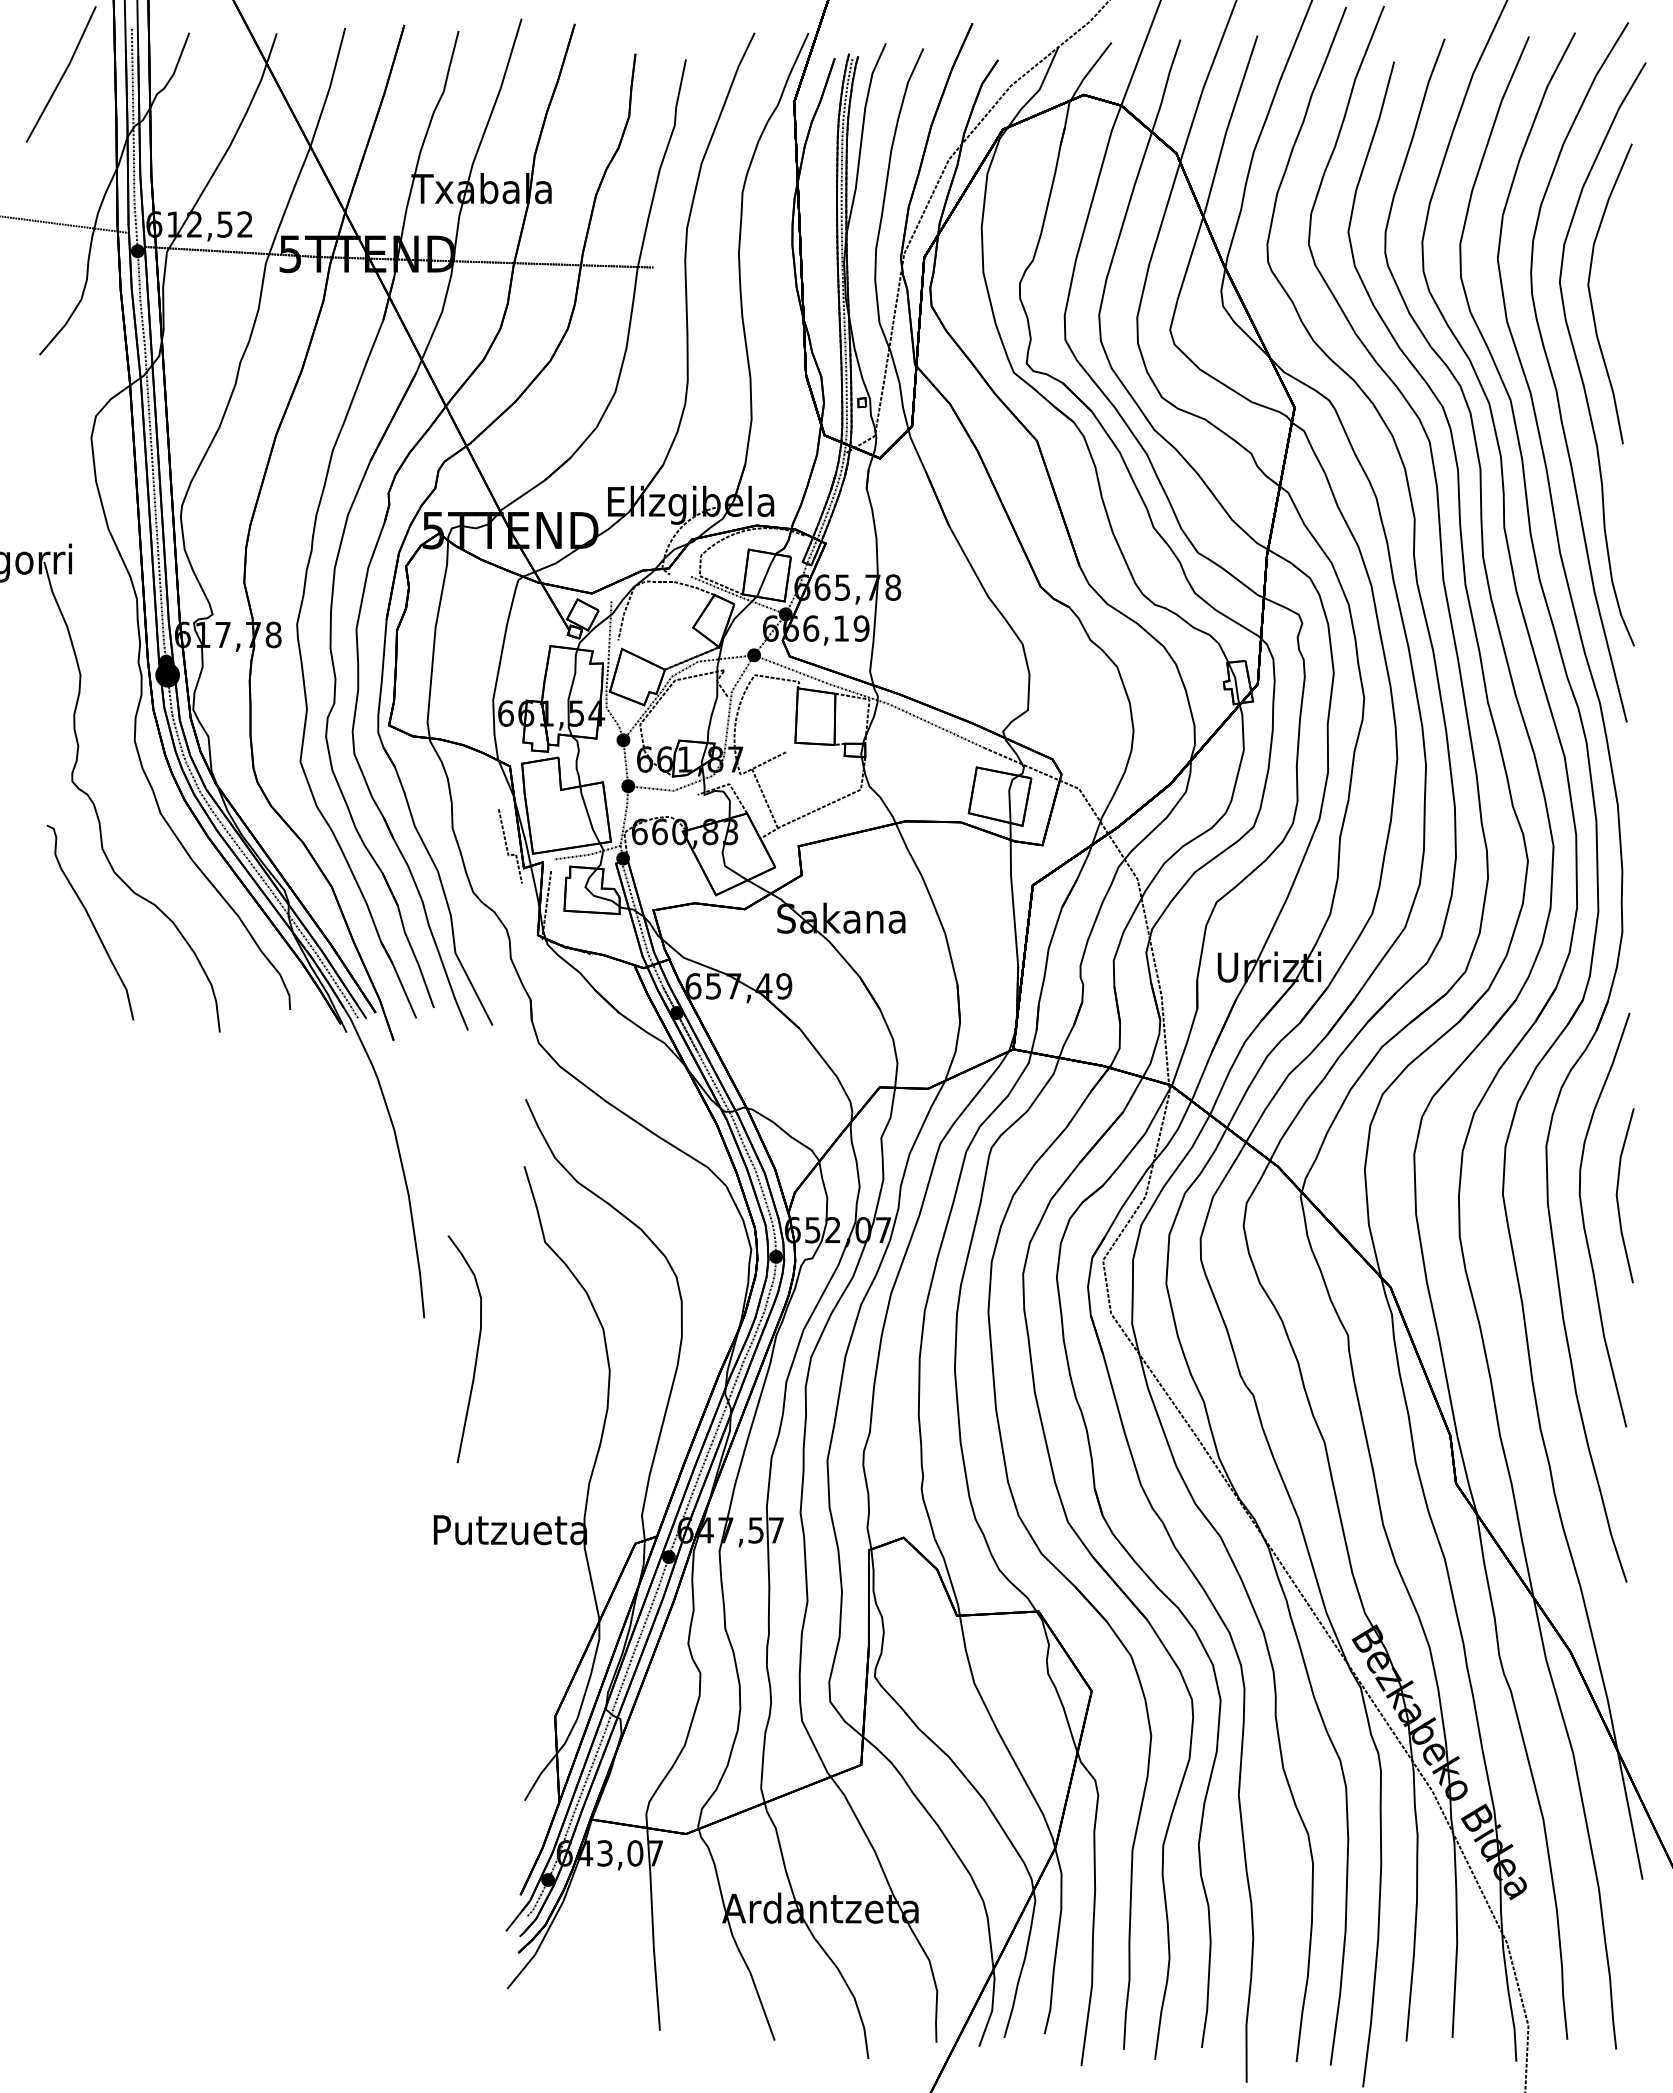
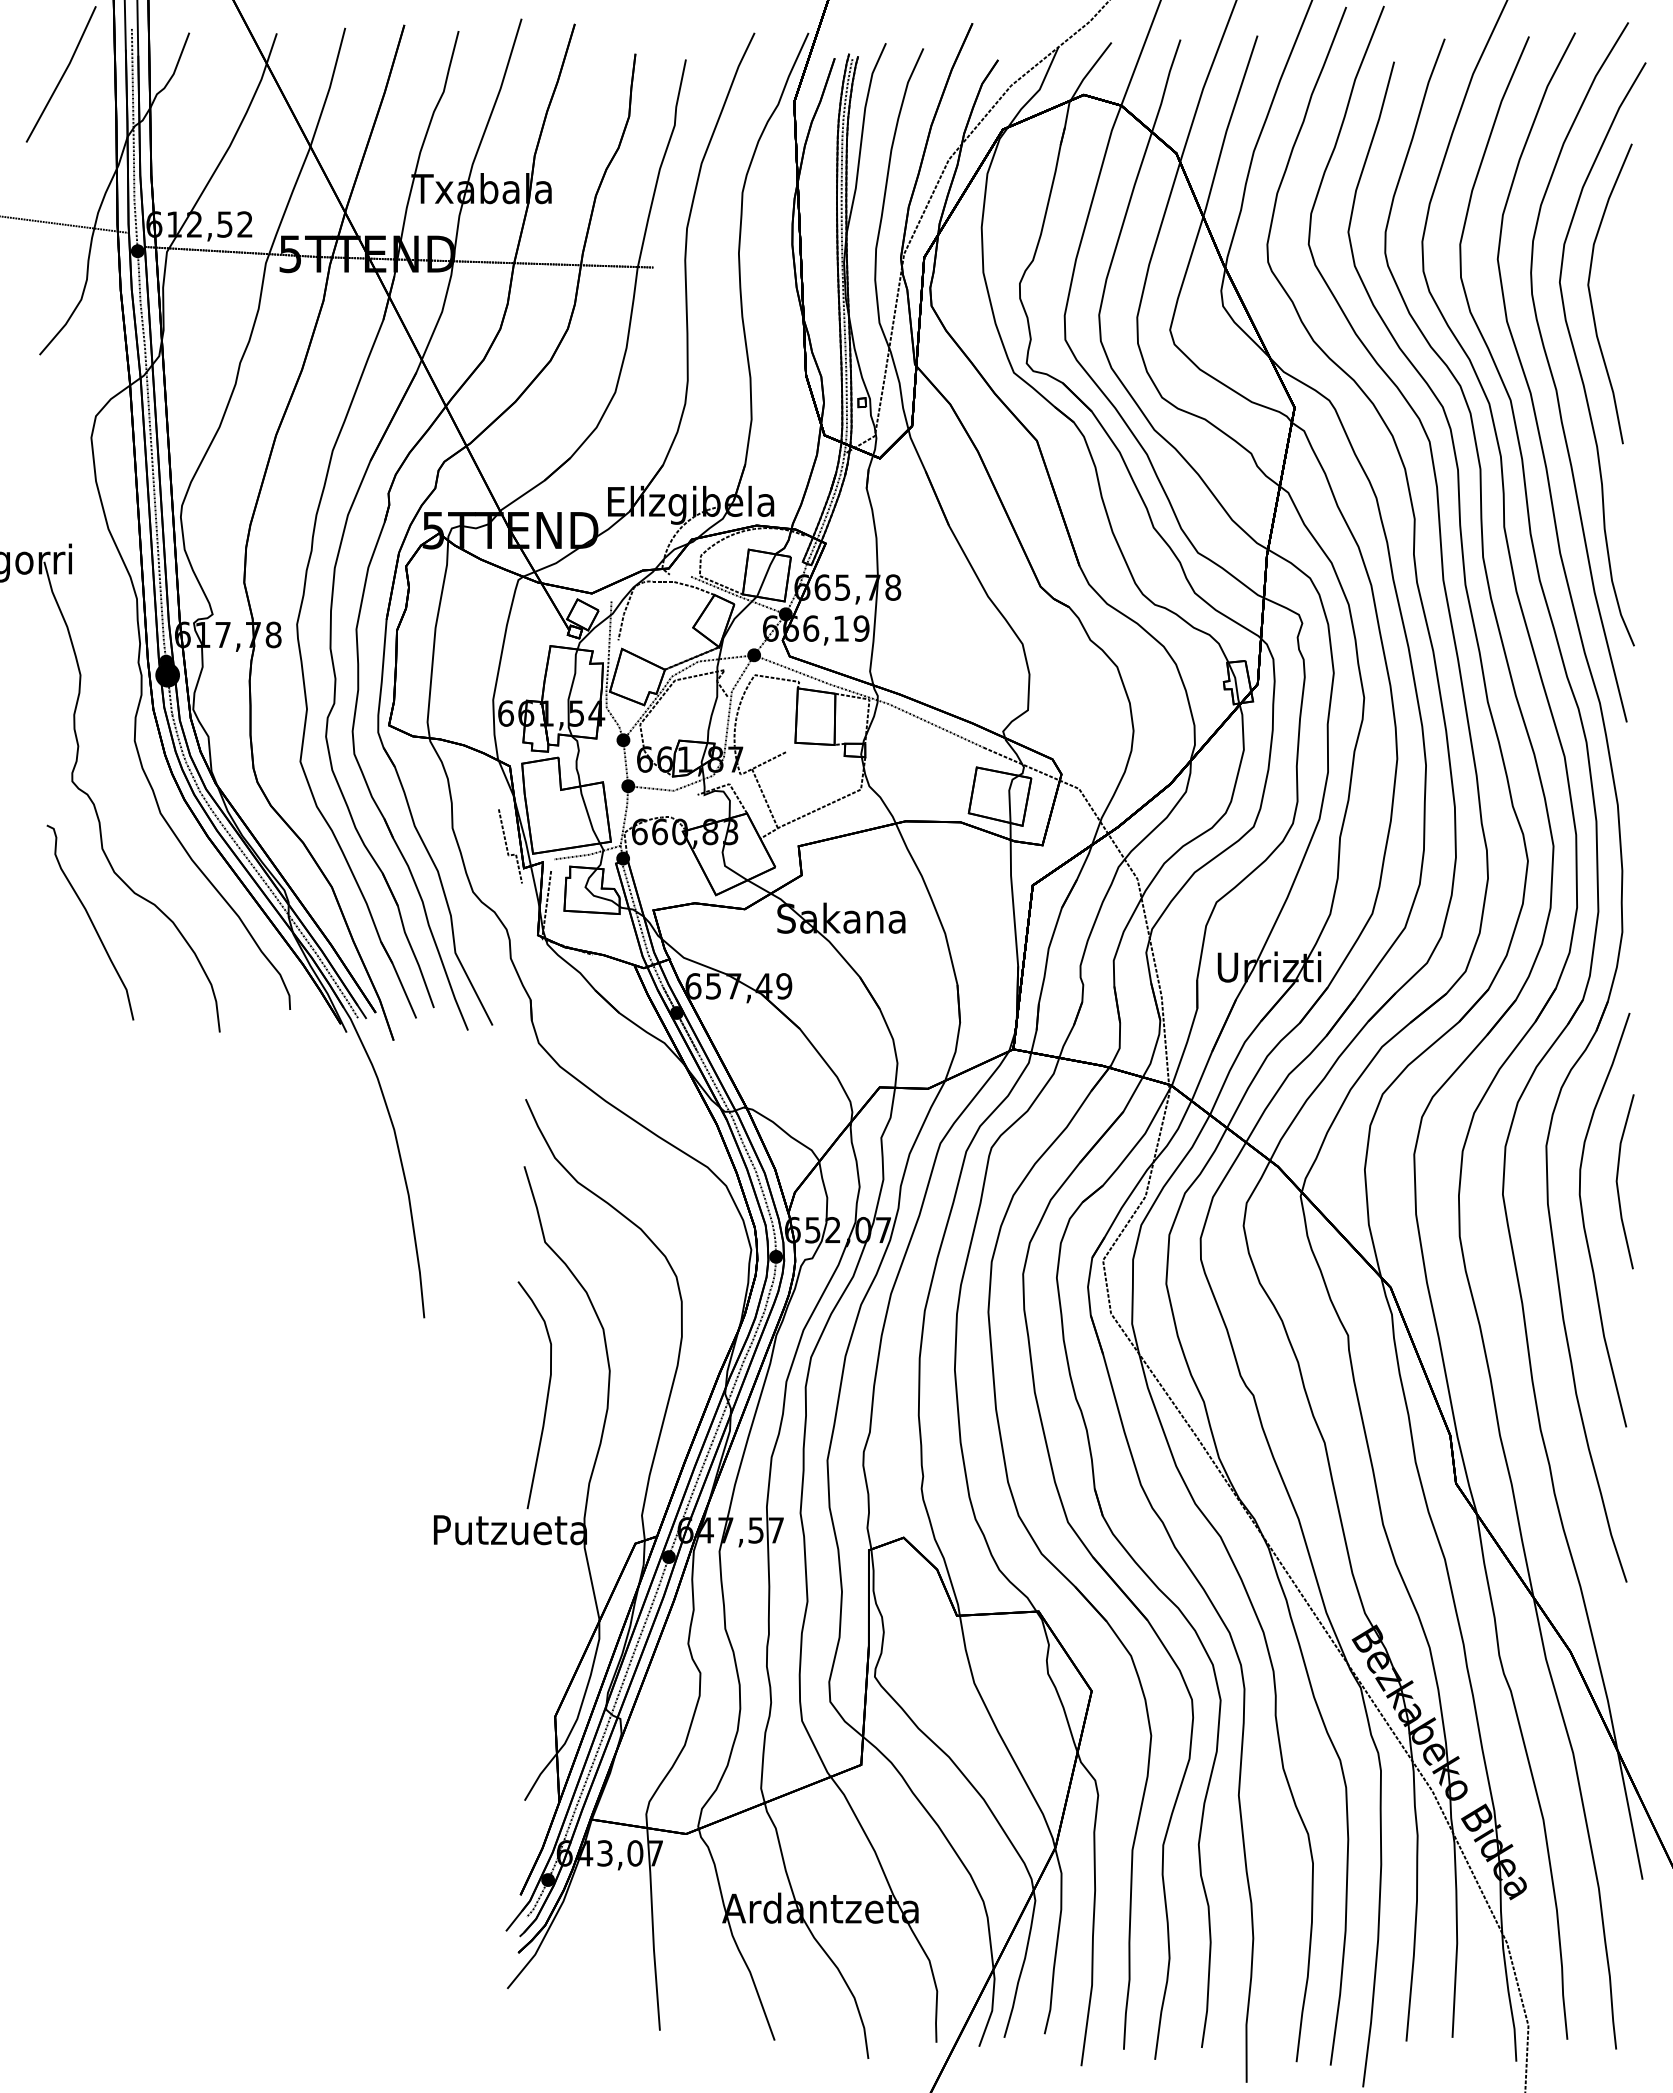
part at (1617, 1195) position: (1617, 1195) -> (1617, 1181)
part at (476, 1350) position: (476, 1350) -> (546, 1396)
